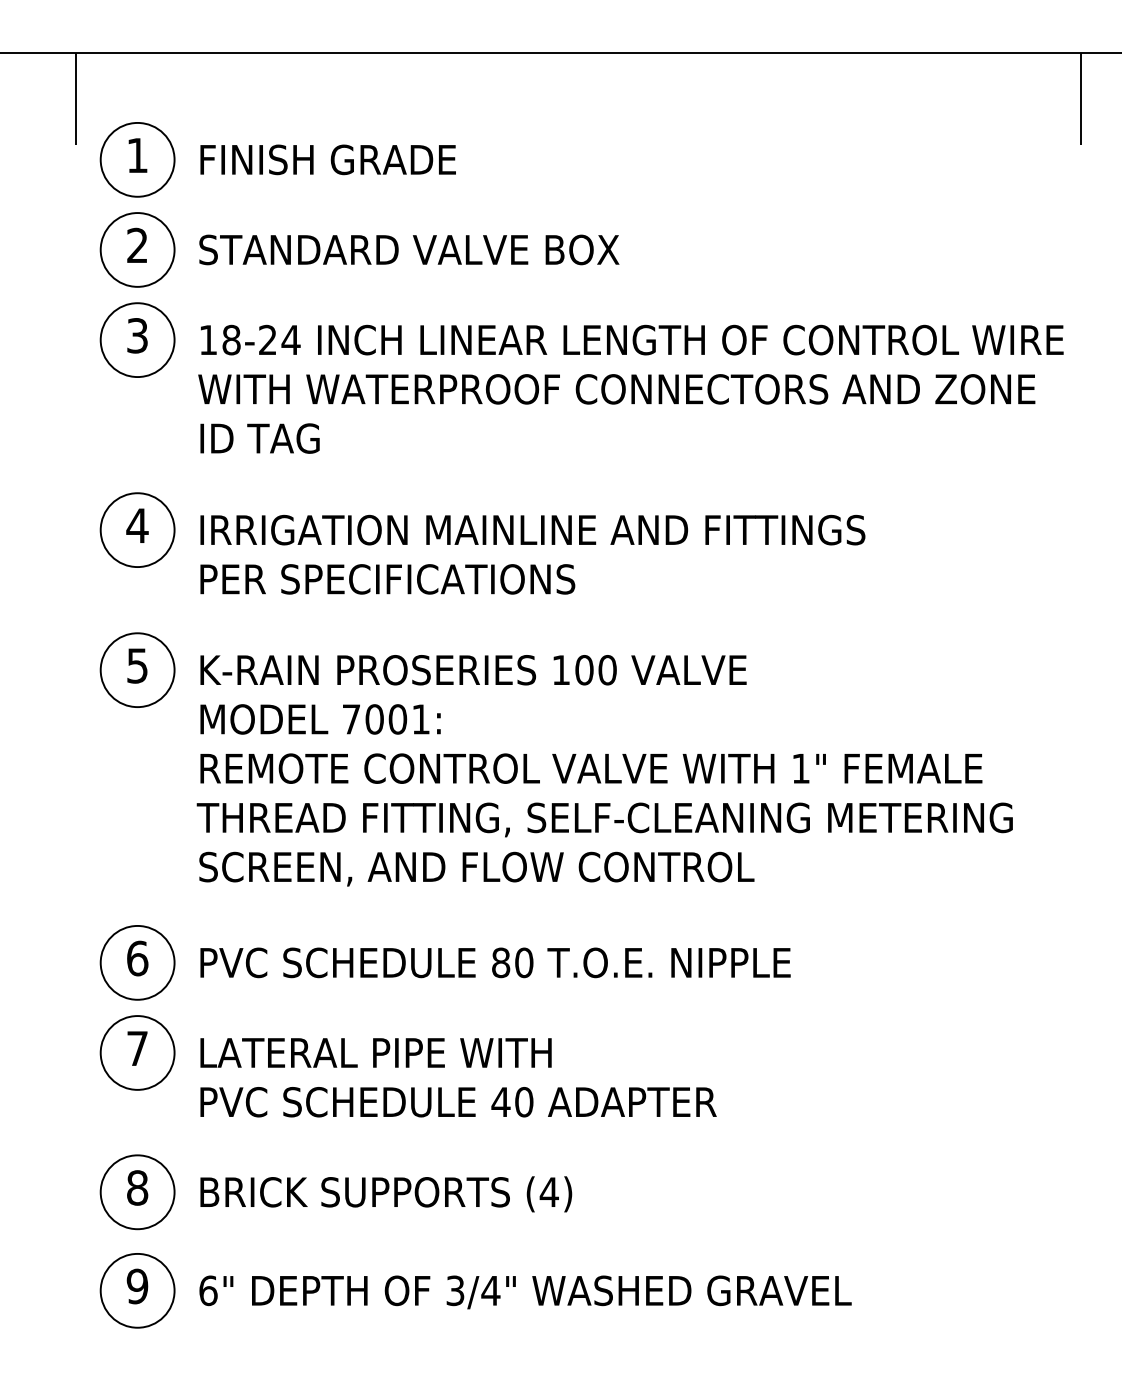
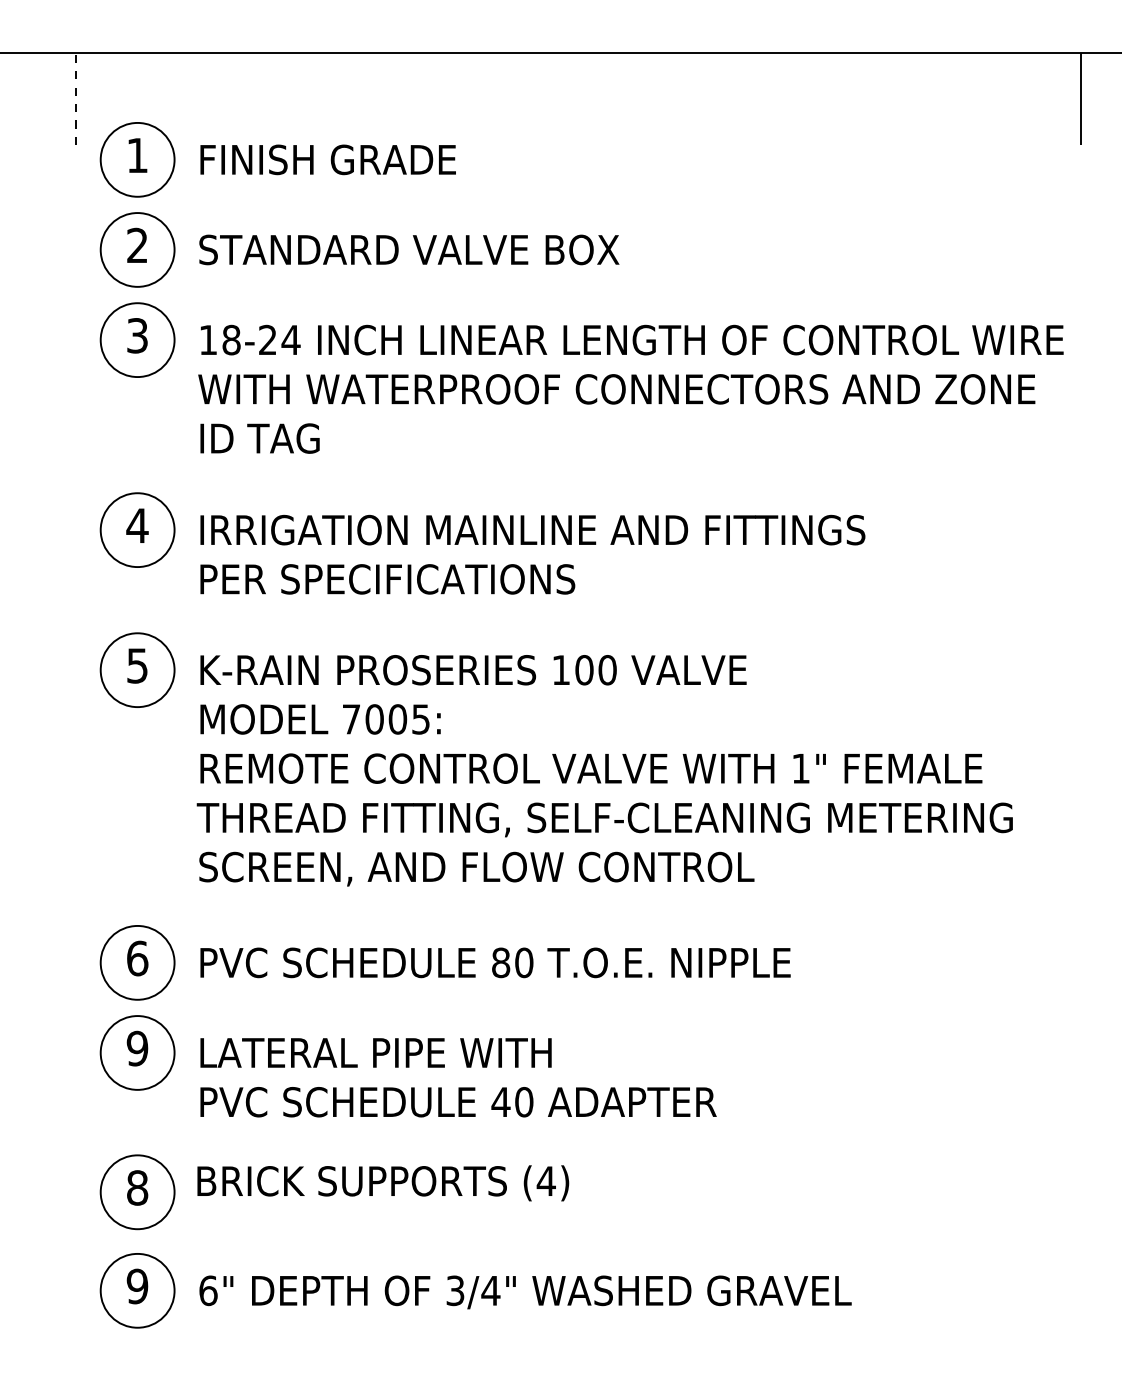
line at (76, 98): solid -> dashed
text at (420, 719): 7001:^JREMOTE -> 7005:^JREMOTE
text at (137, 1048): 7 -> 9
text at (386, 1194) position: (386, 1194) -> (383, 1183)
